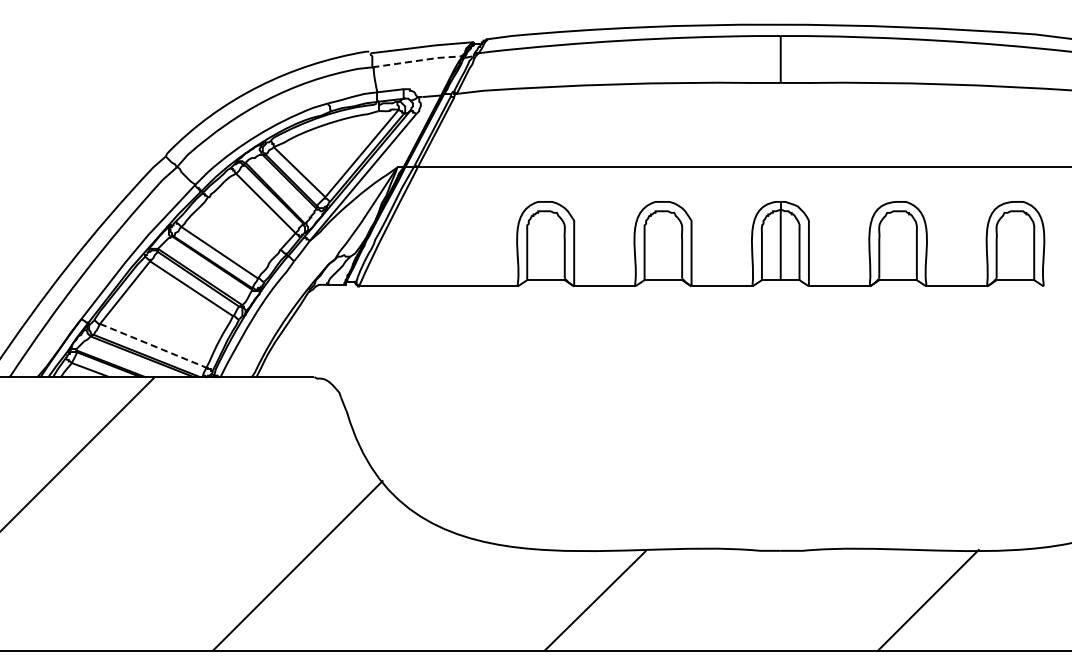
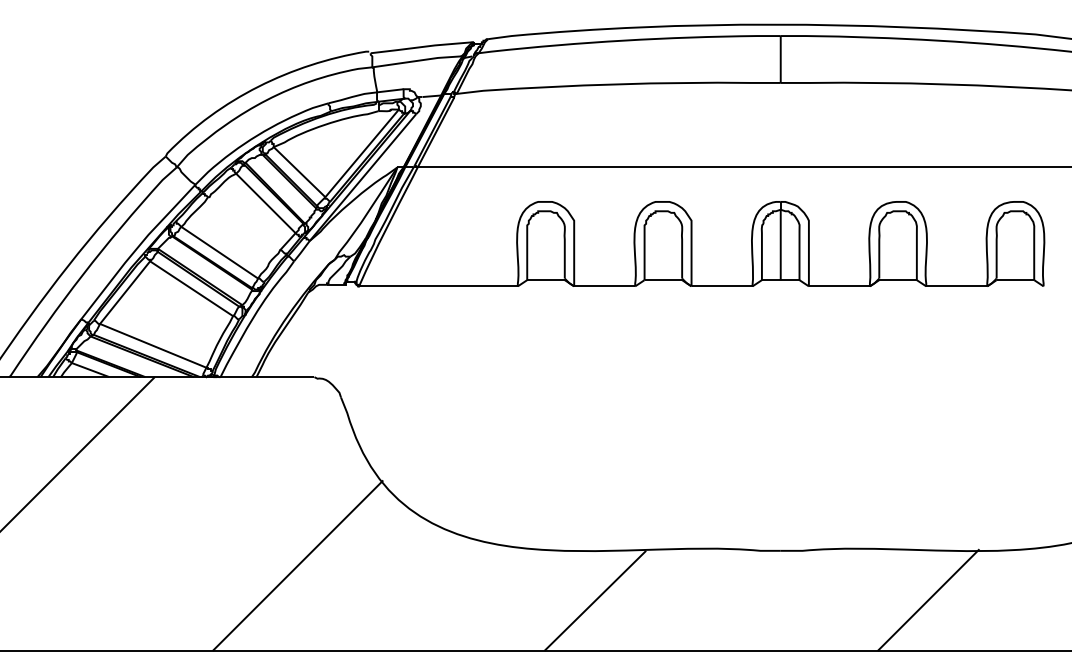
line at (417, 60): dashed -> solid
line at (153, 345): dashed -> solid
